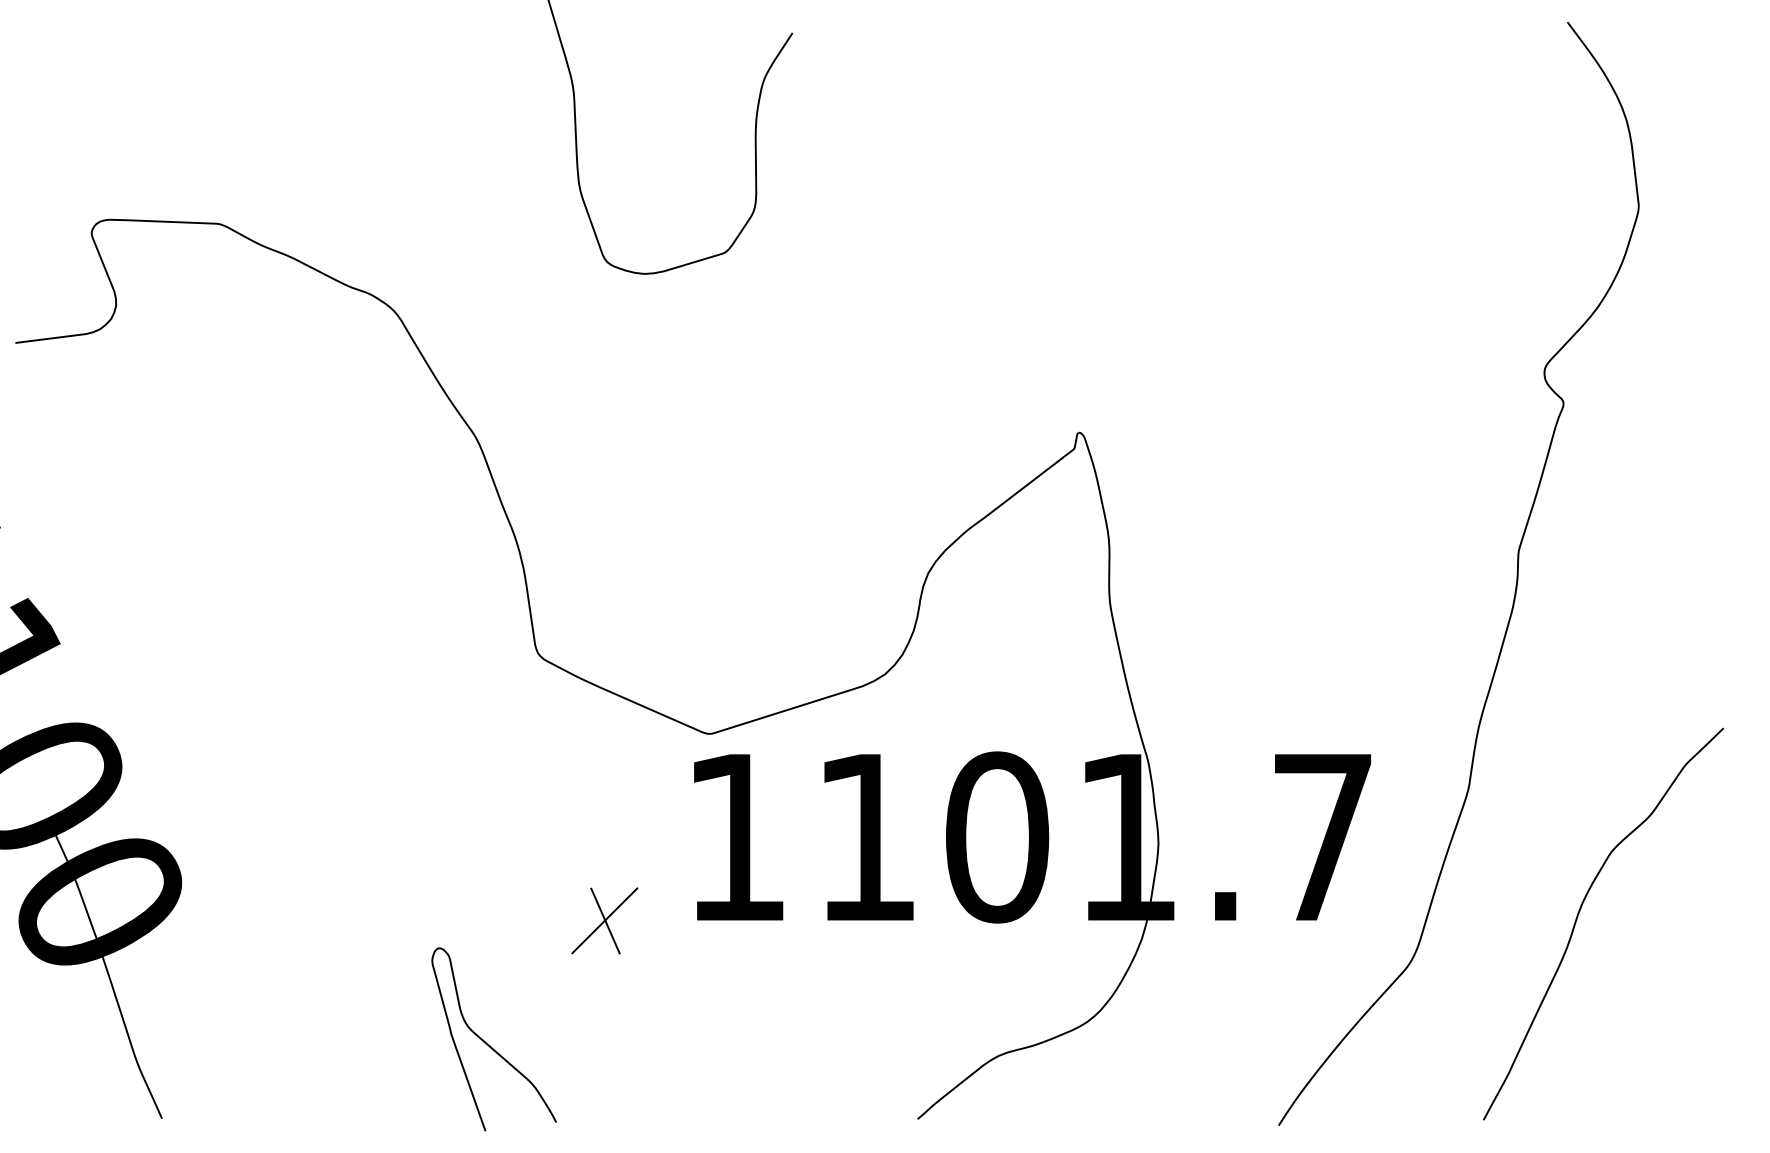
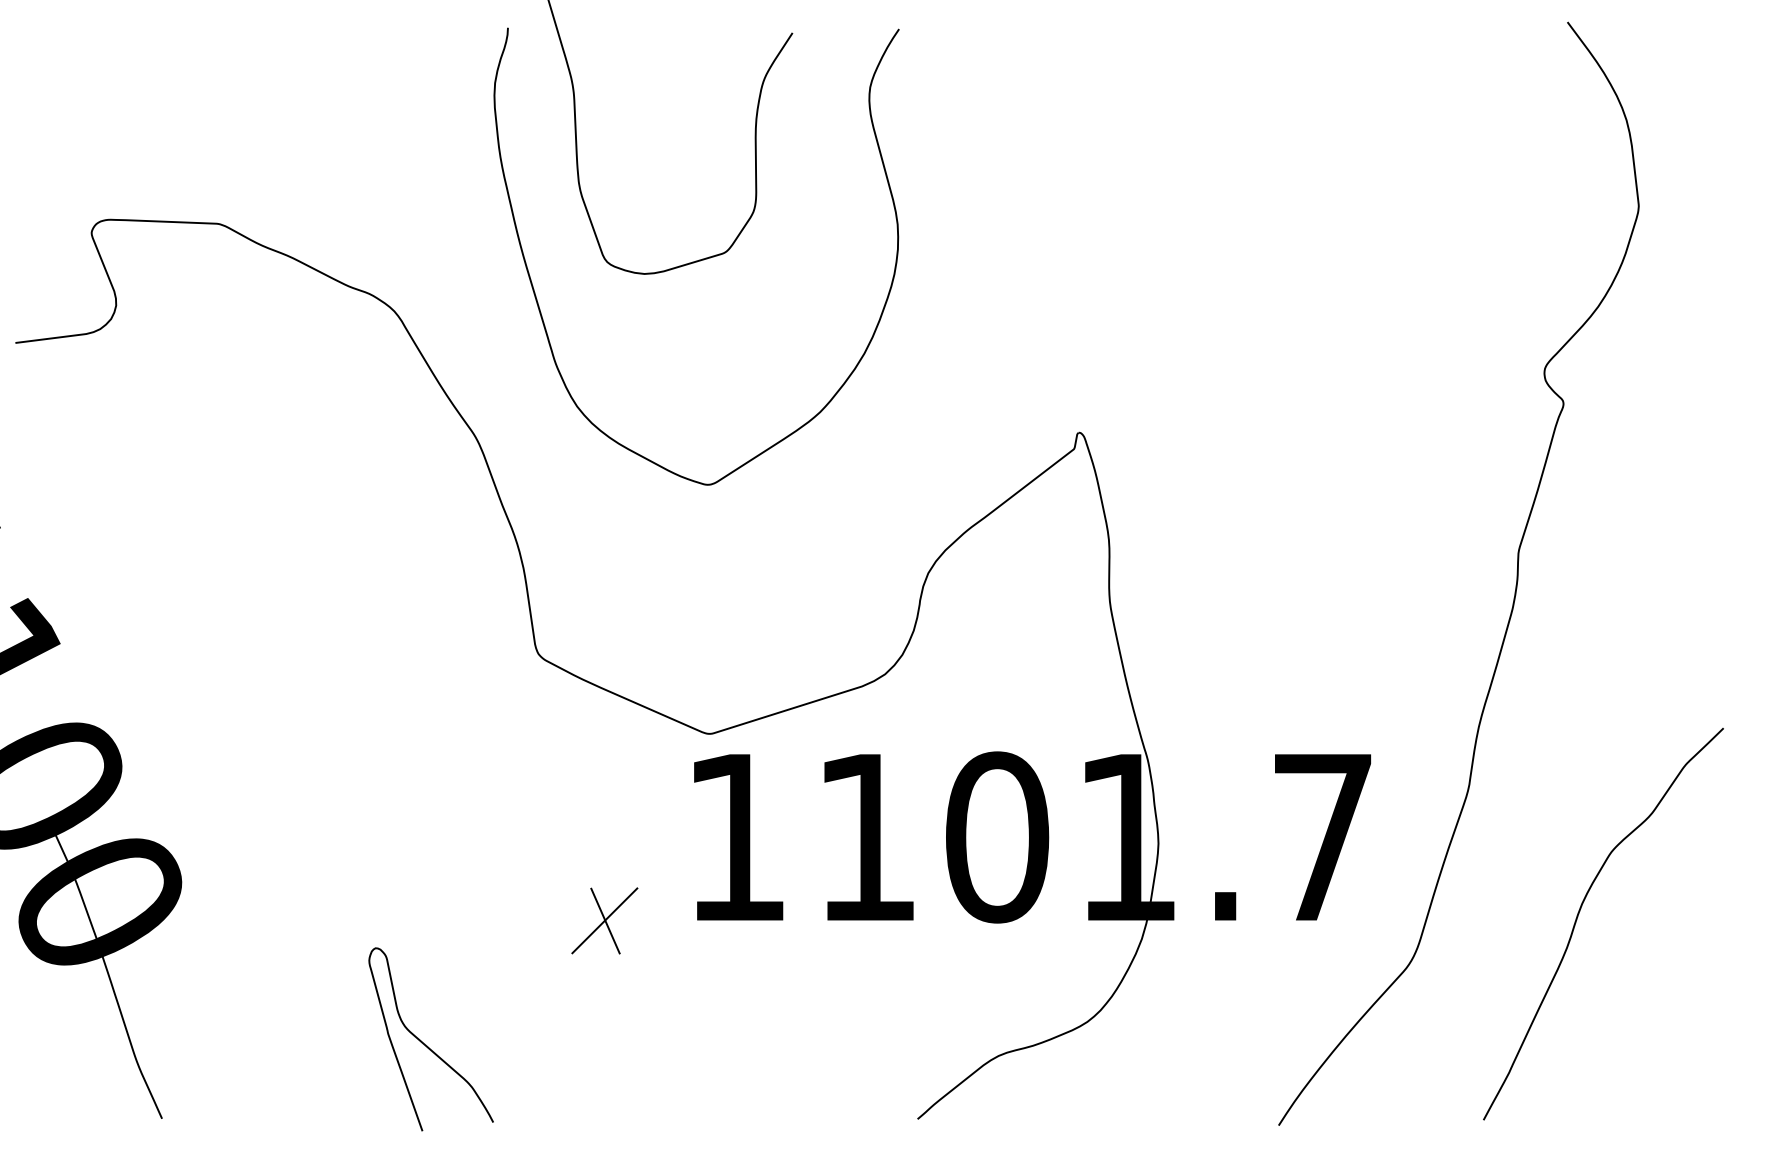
curve at (539, 305): none -> present
curve at (489, 1044) position: (489, 1044) -> (426, 1044)
